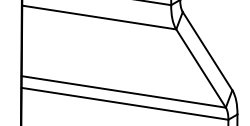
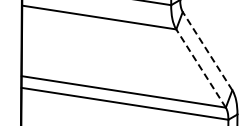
line at (207, 50): solid -> dashed
line at (200, 68): solid -> dashed
